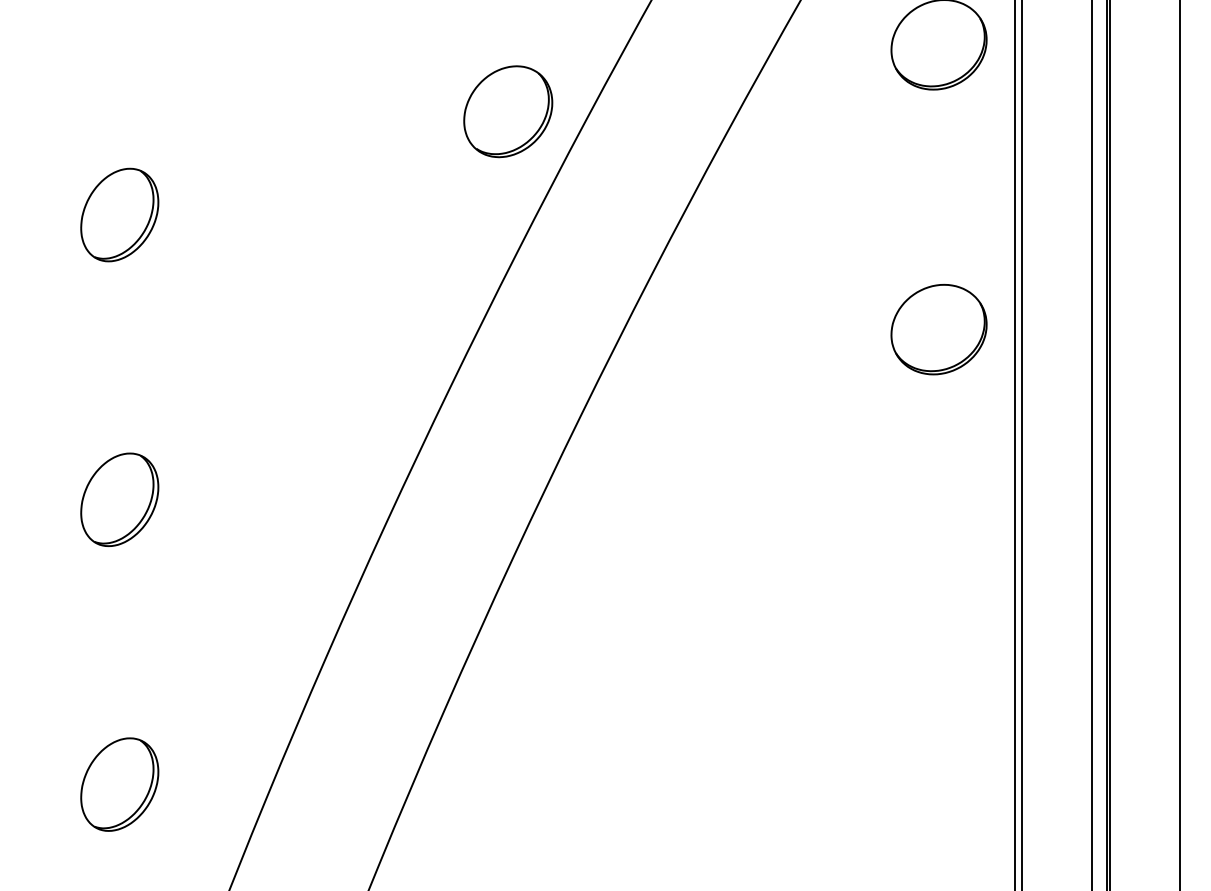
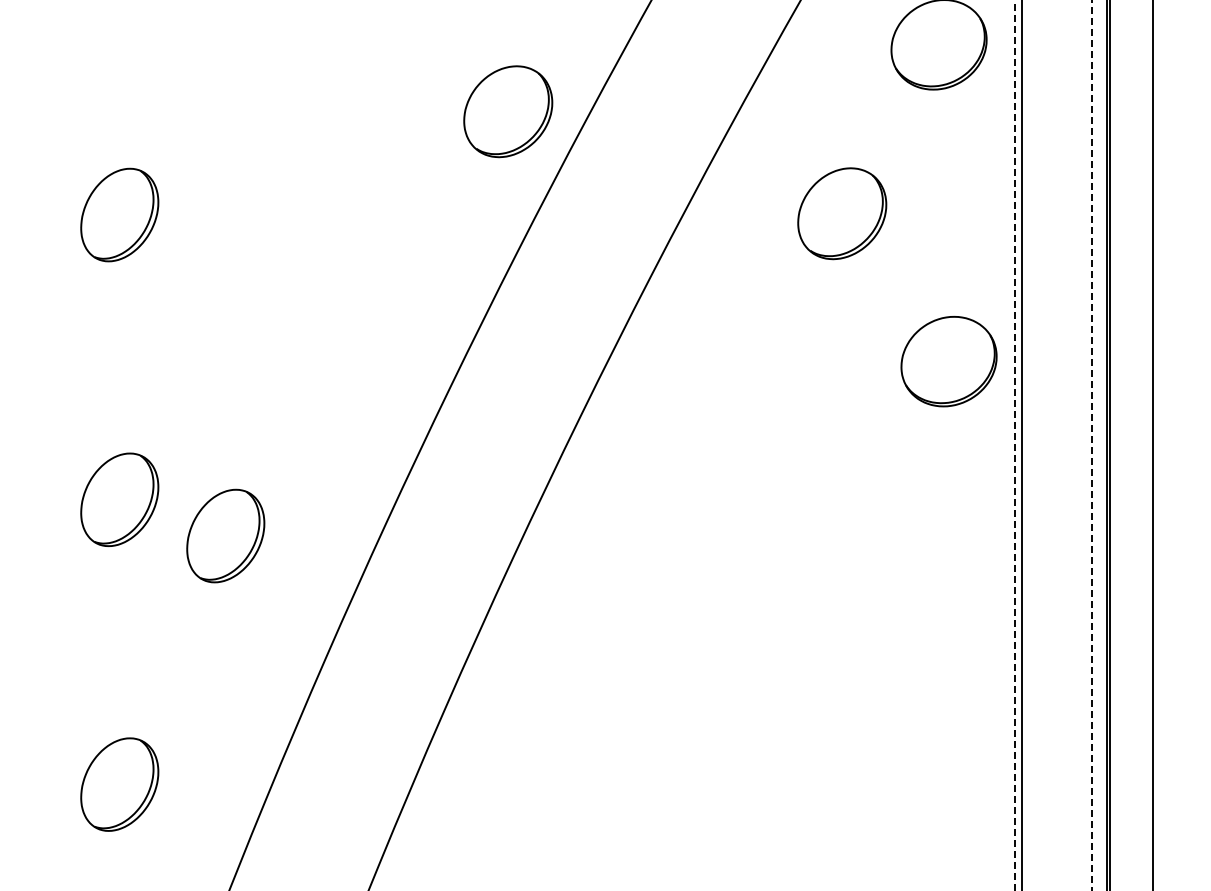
part at (842, 213): none -> present
part at (938, 329) position: (938, 329) -> (948, 361)
line at (1180, 444) position: (1180, 444) -> (1153, 444)
line at (1015, 445): solid -> dashed
line at (1092, 445): solid -> dashed
part at (225, 535): none -> present
